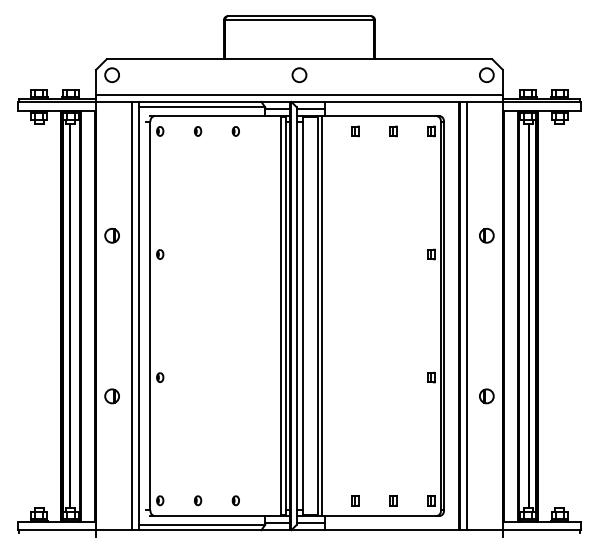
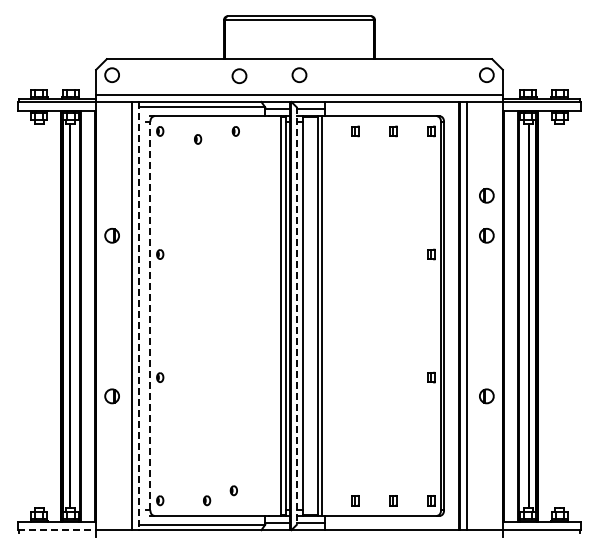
circle at (239, 75): none -> present
part at (198, 131) position: (198, 131) -> (198, 139)
part at (486, 195): none -> present
line at (150, 315): solid -> dashed
line at (138, 316): solid -> dashed
line at (296, 316): solid -> dashed
part at (198, 500) position: (198, 500) -> (207, 500)
part at (235, 500) position: (235, 500) -> (233, 490)
line at (57, 530): solid -> dashed
